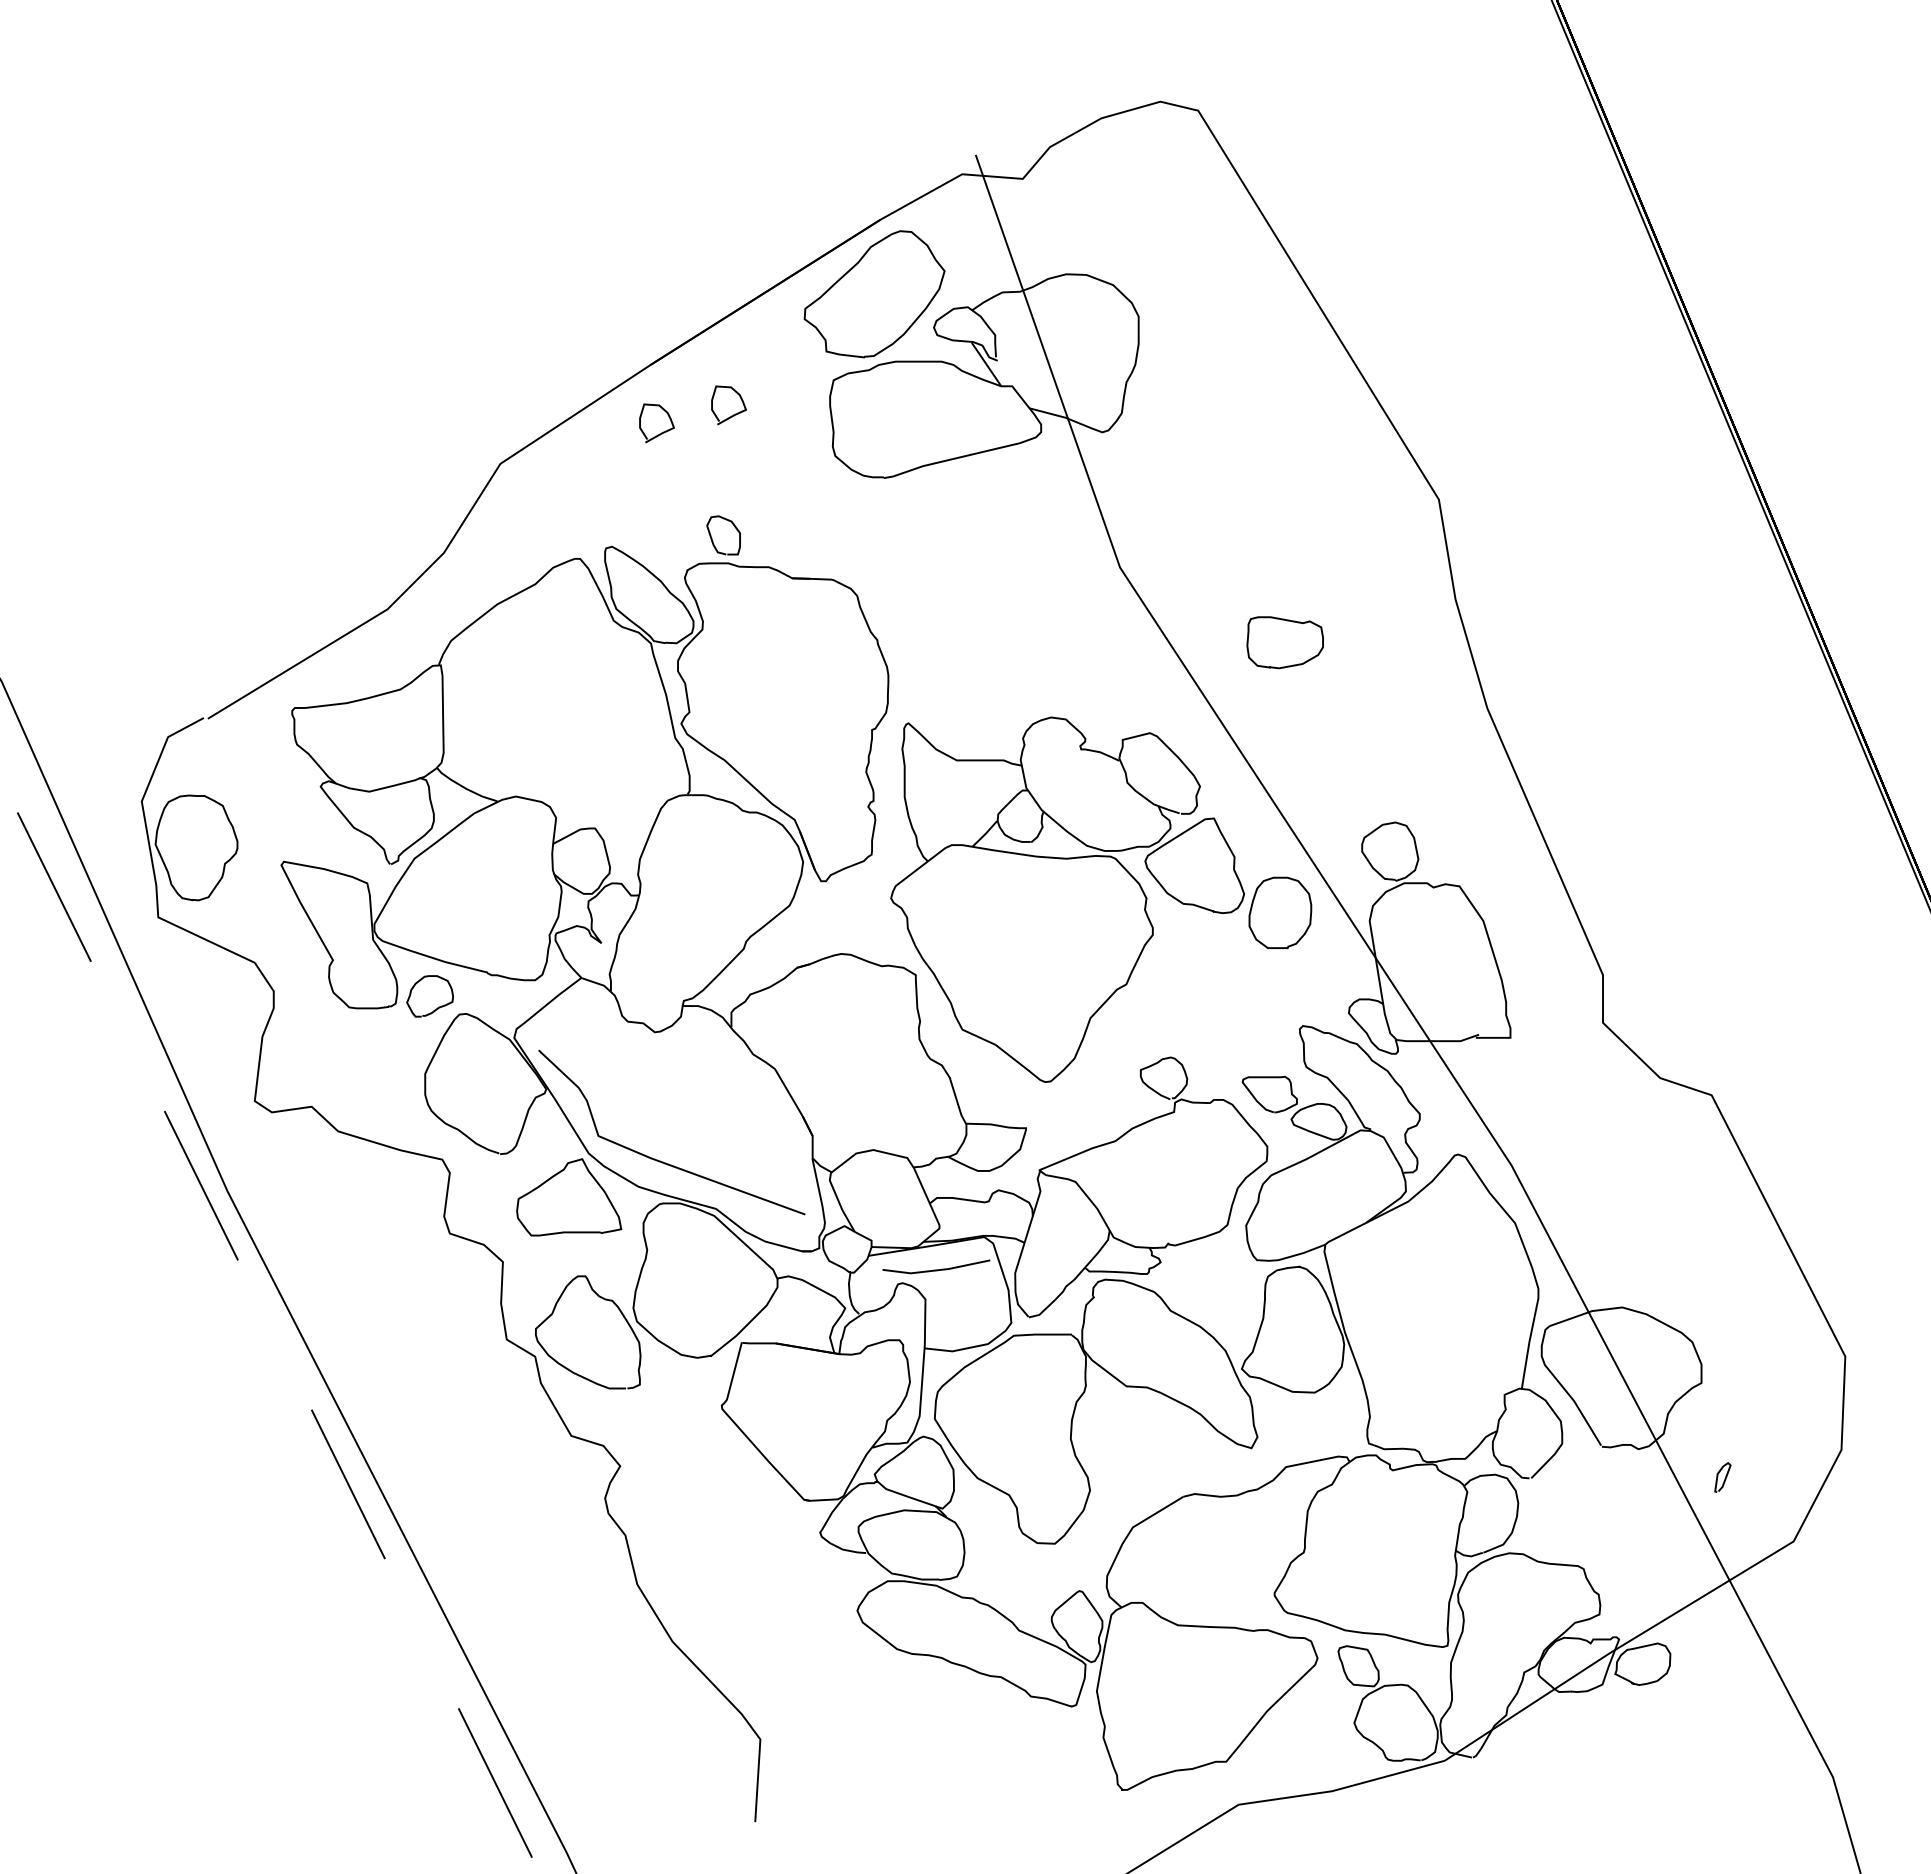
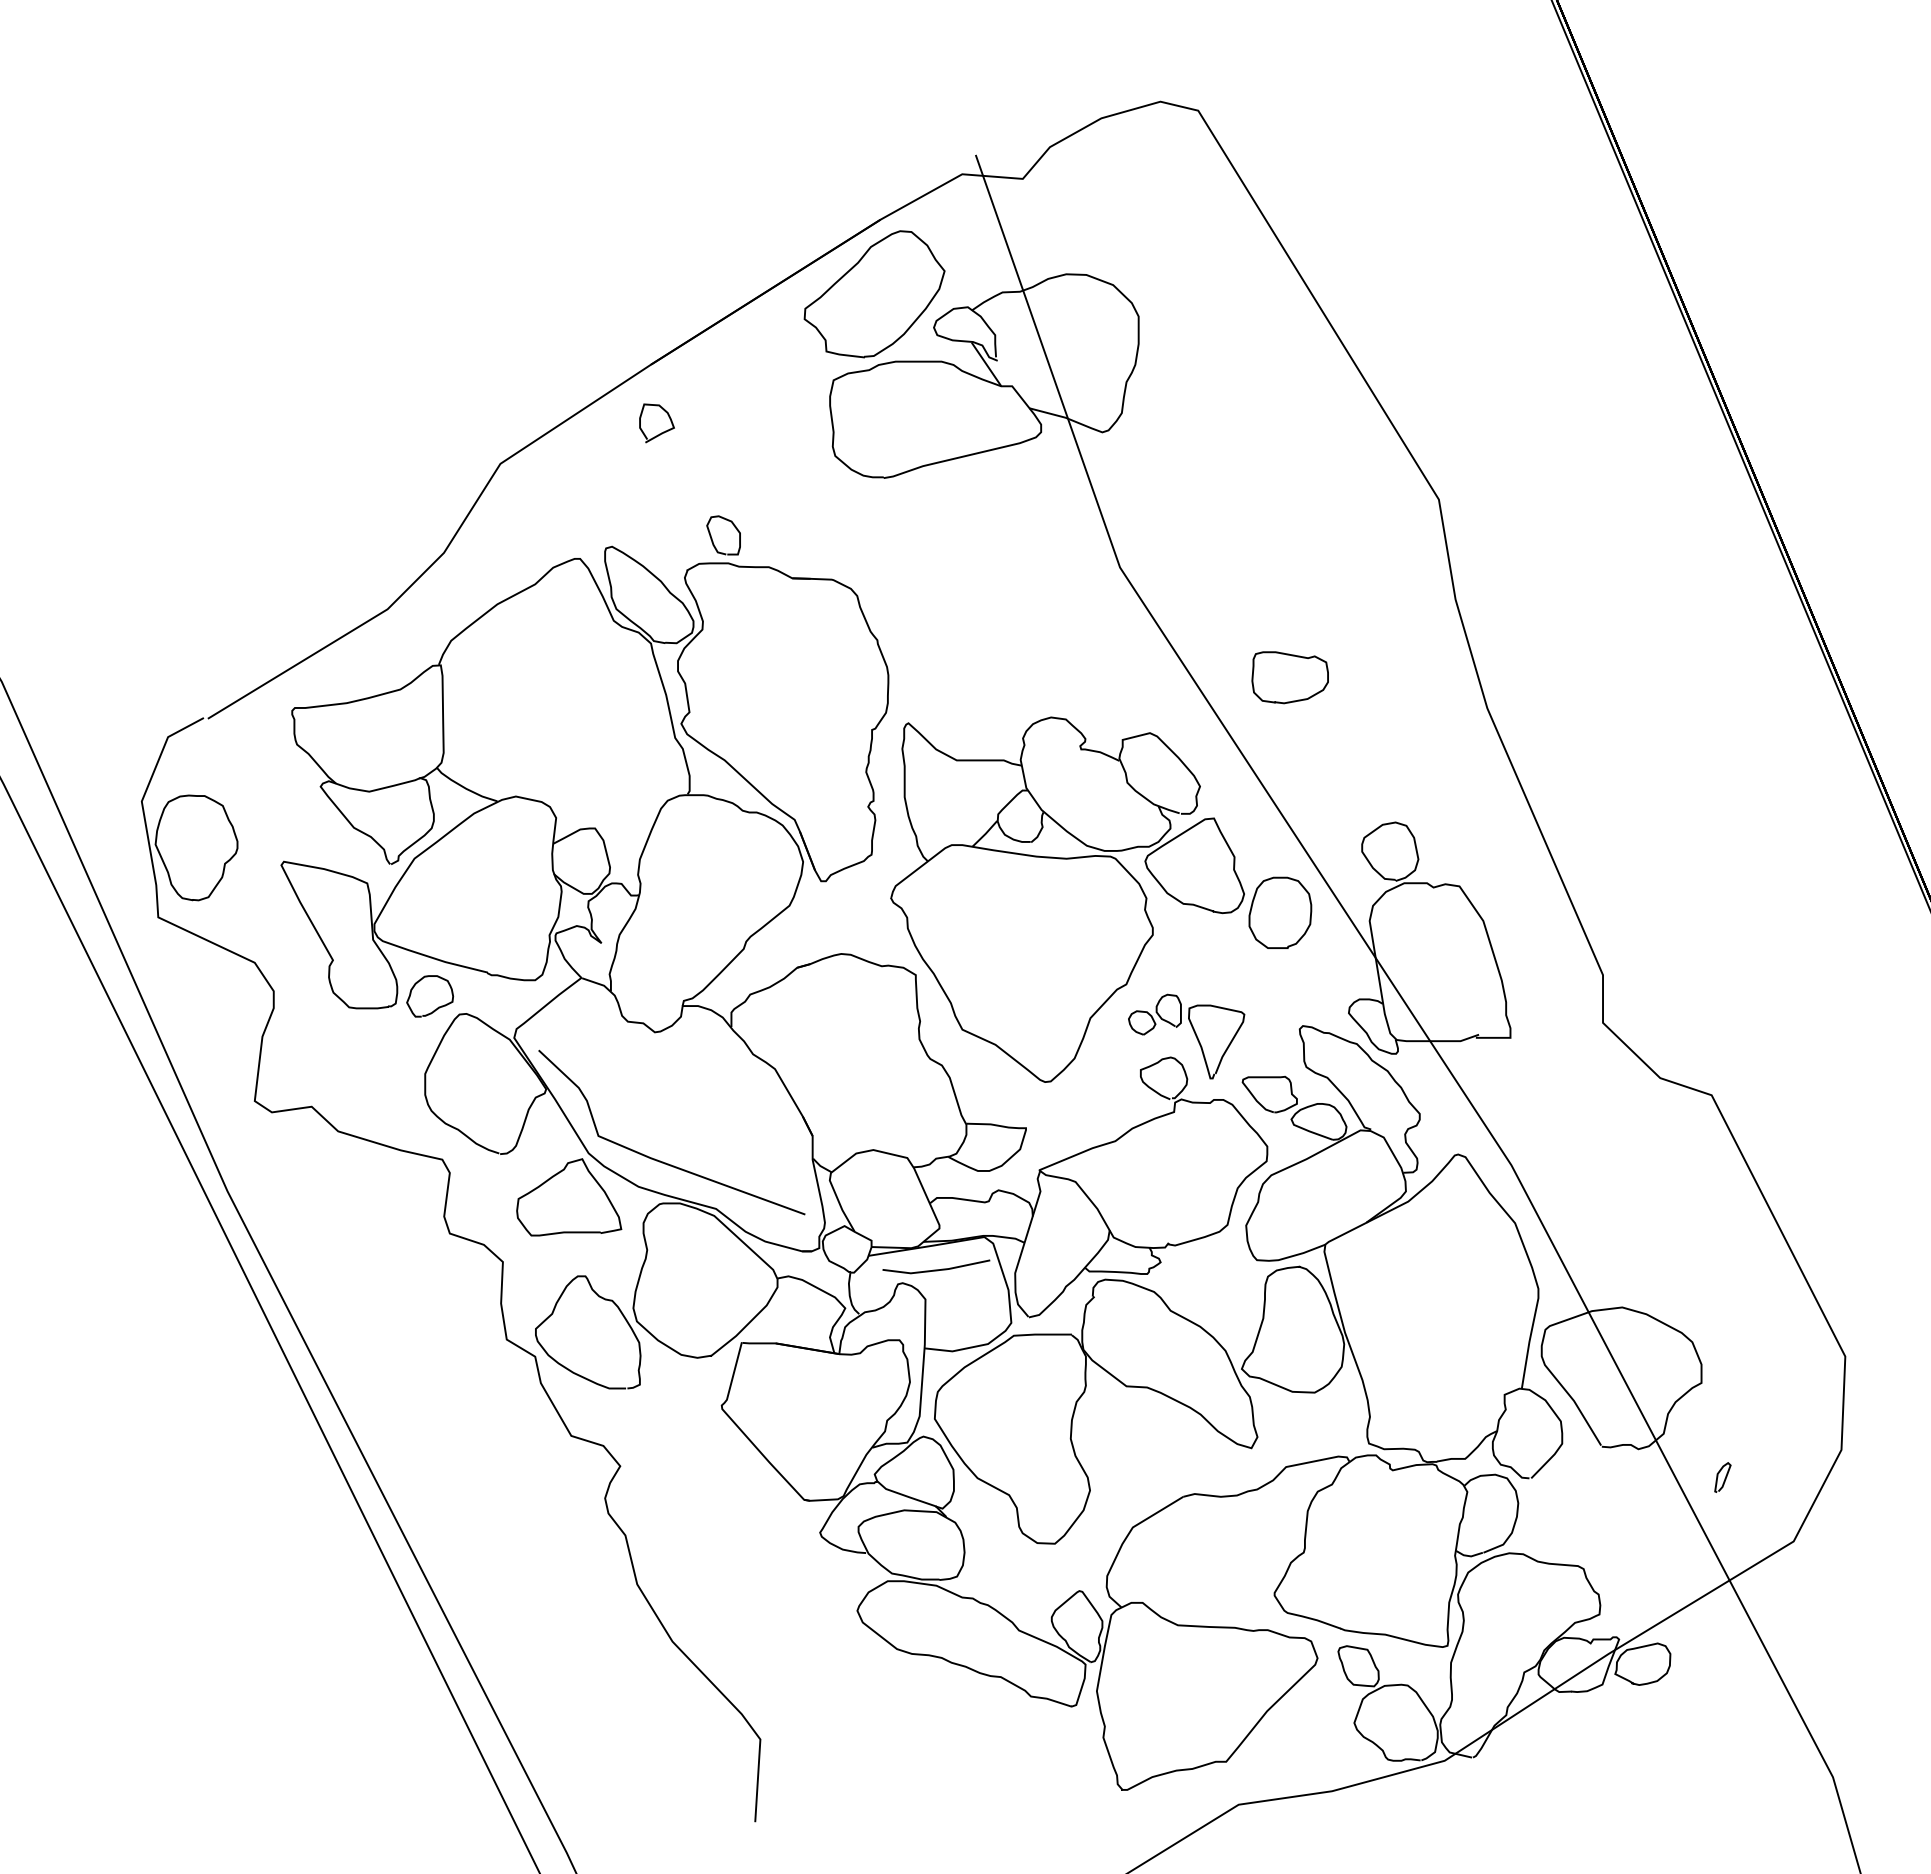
curve at (733, 414): present -> none
curve at (1286, 621) position: (1286, 621) -> (1291, 656)
part at (1194, 1034): none -> present
line at (269, 1325): dashed -> solid
